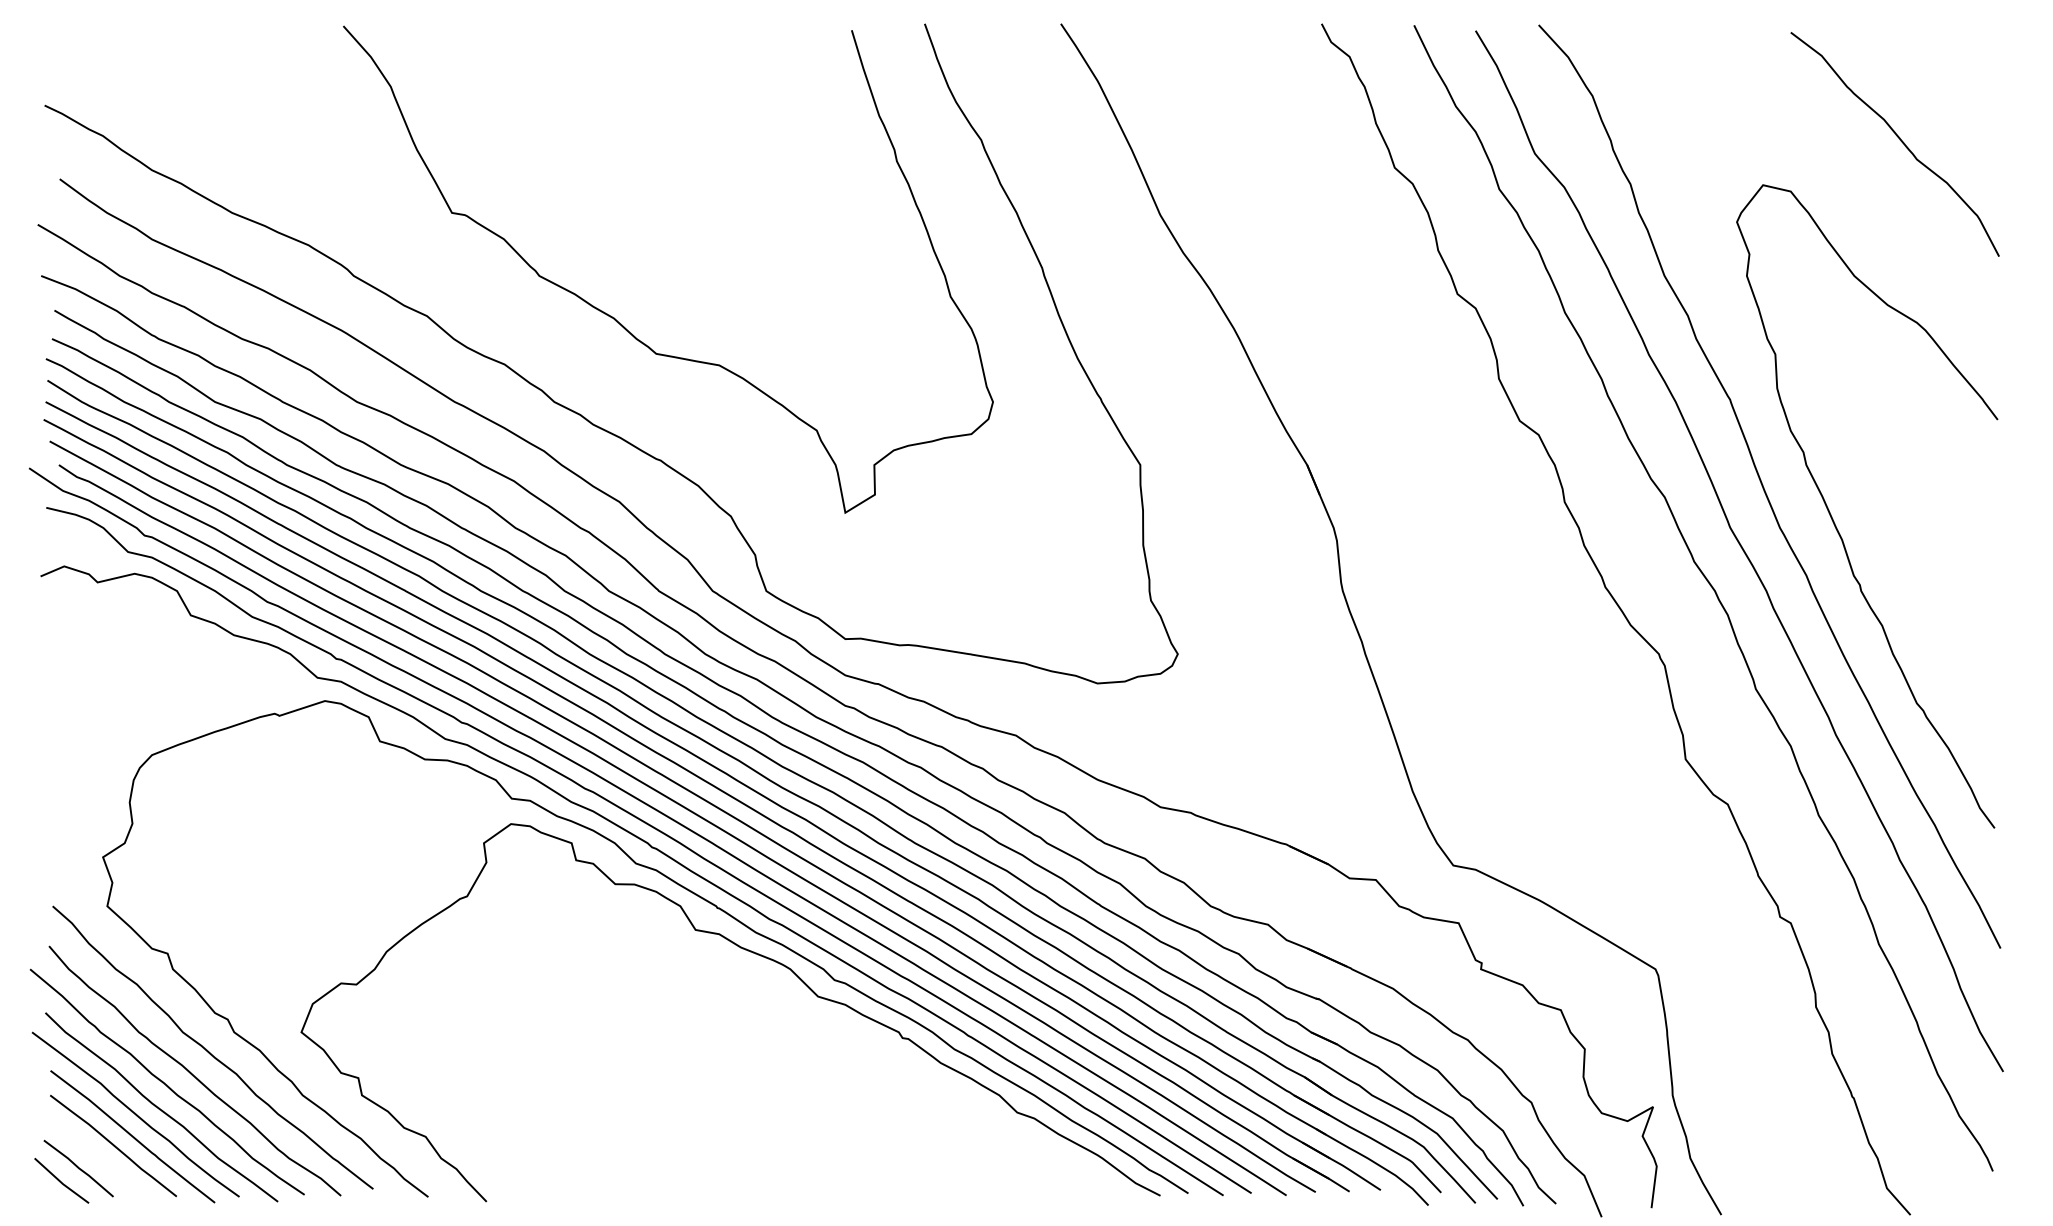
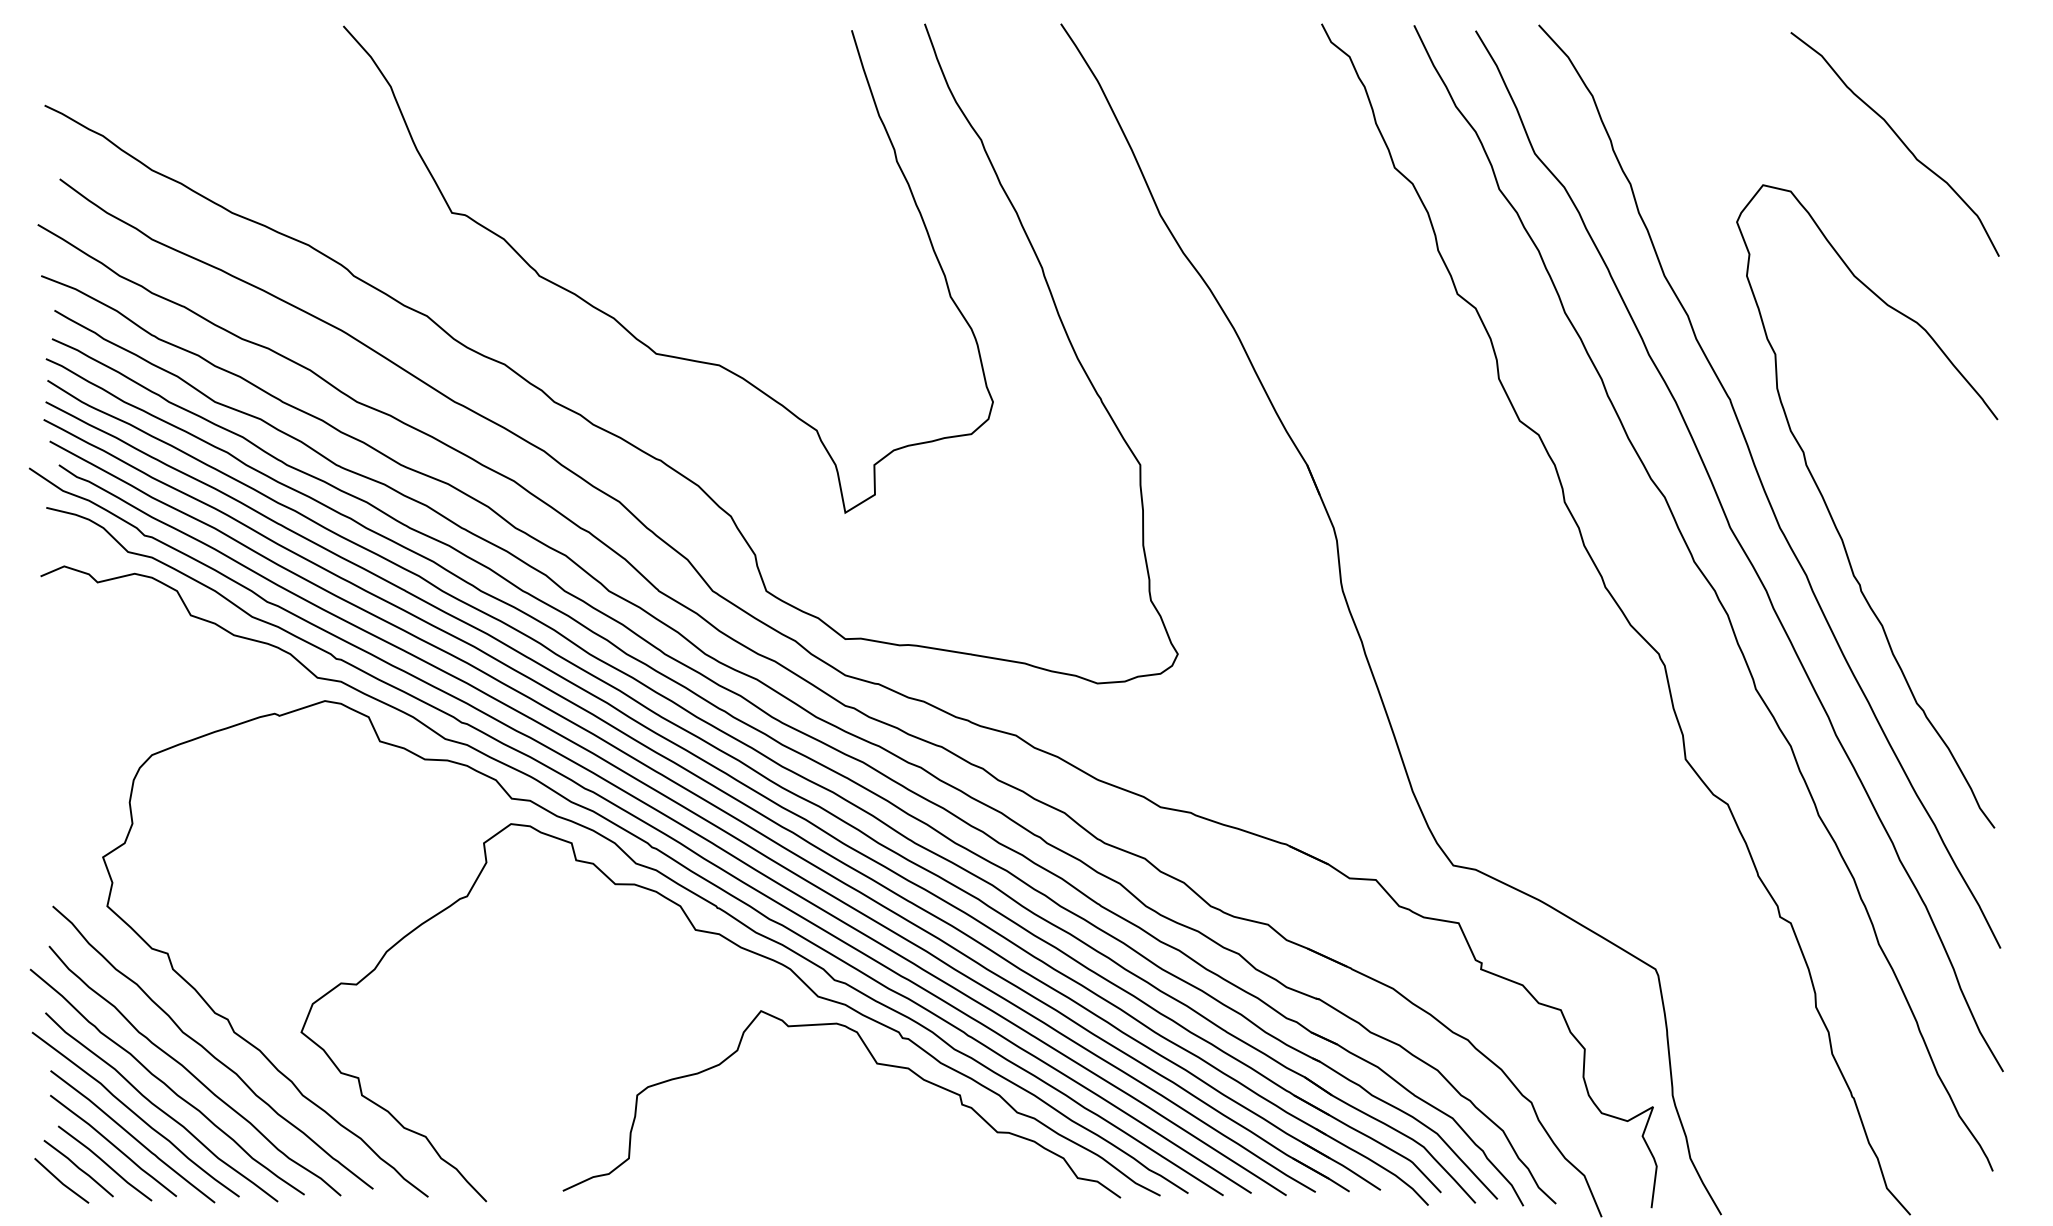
curve at (876, 1064): none -> present
curve at (105, 1163): none -> present
